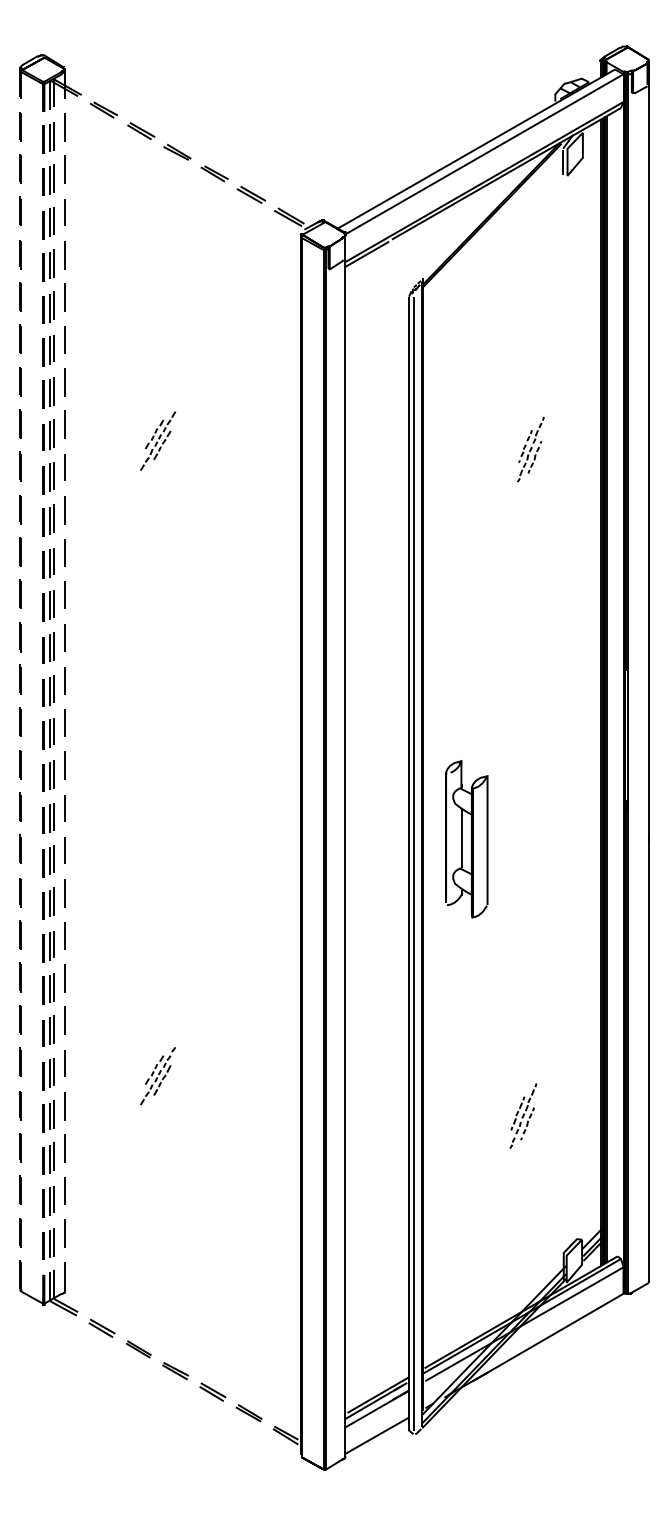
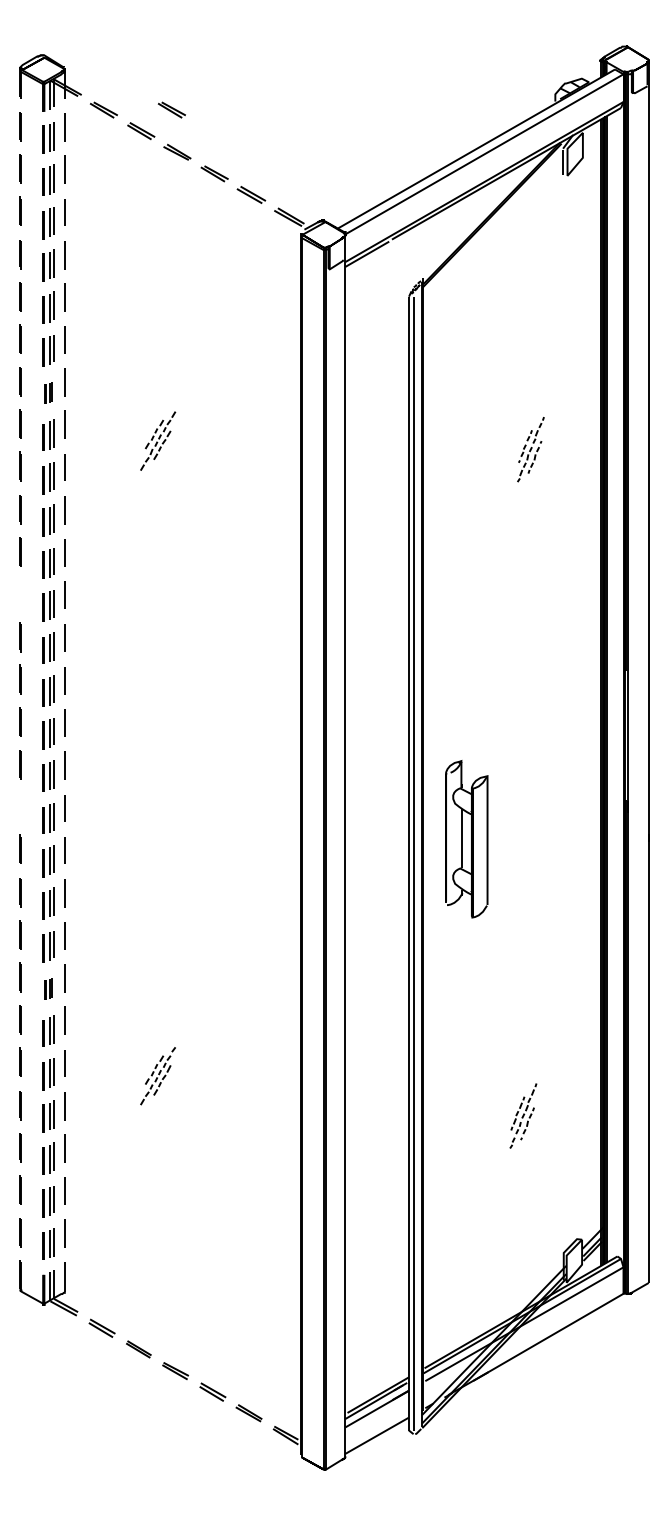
part at (171, 109): none -> present
part at (48, 392) size: 13x32 px -> 9x22 px
line at (20, 593): present -> none
line at (20, 806): present -> none
part at (48, 988) size: 13x32 px -> 9x22 px
